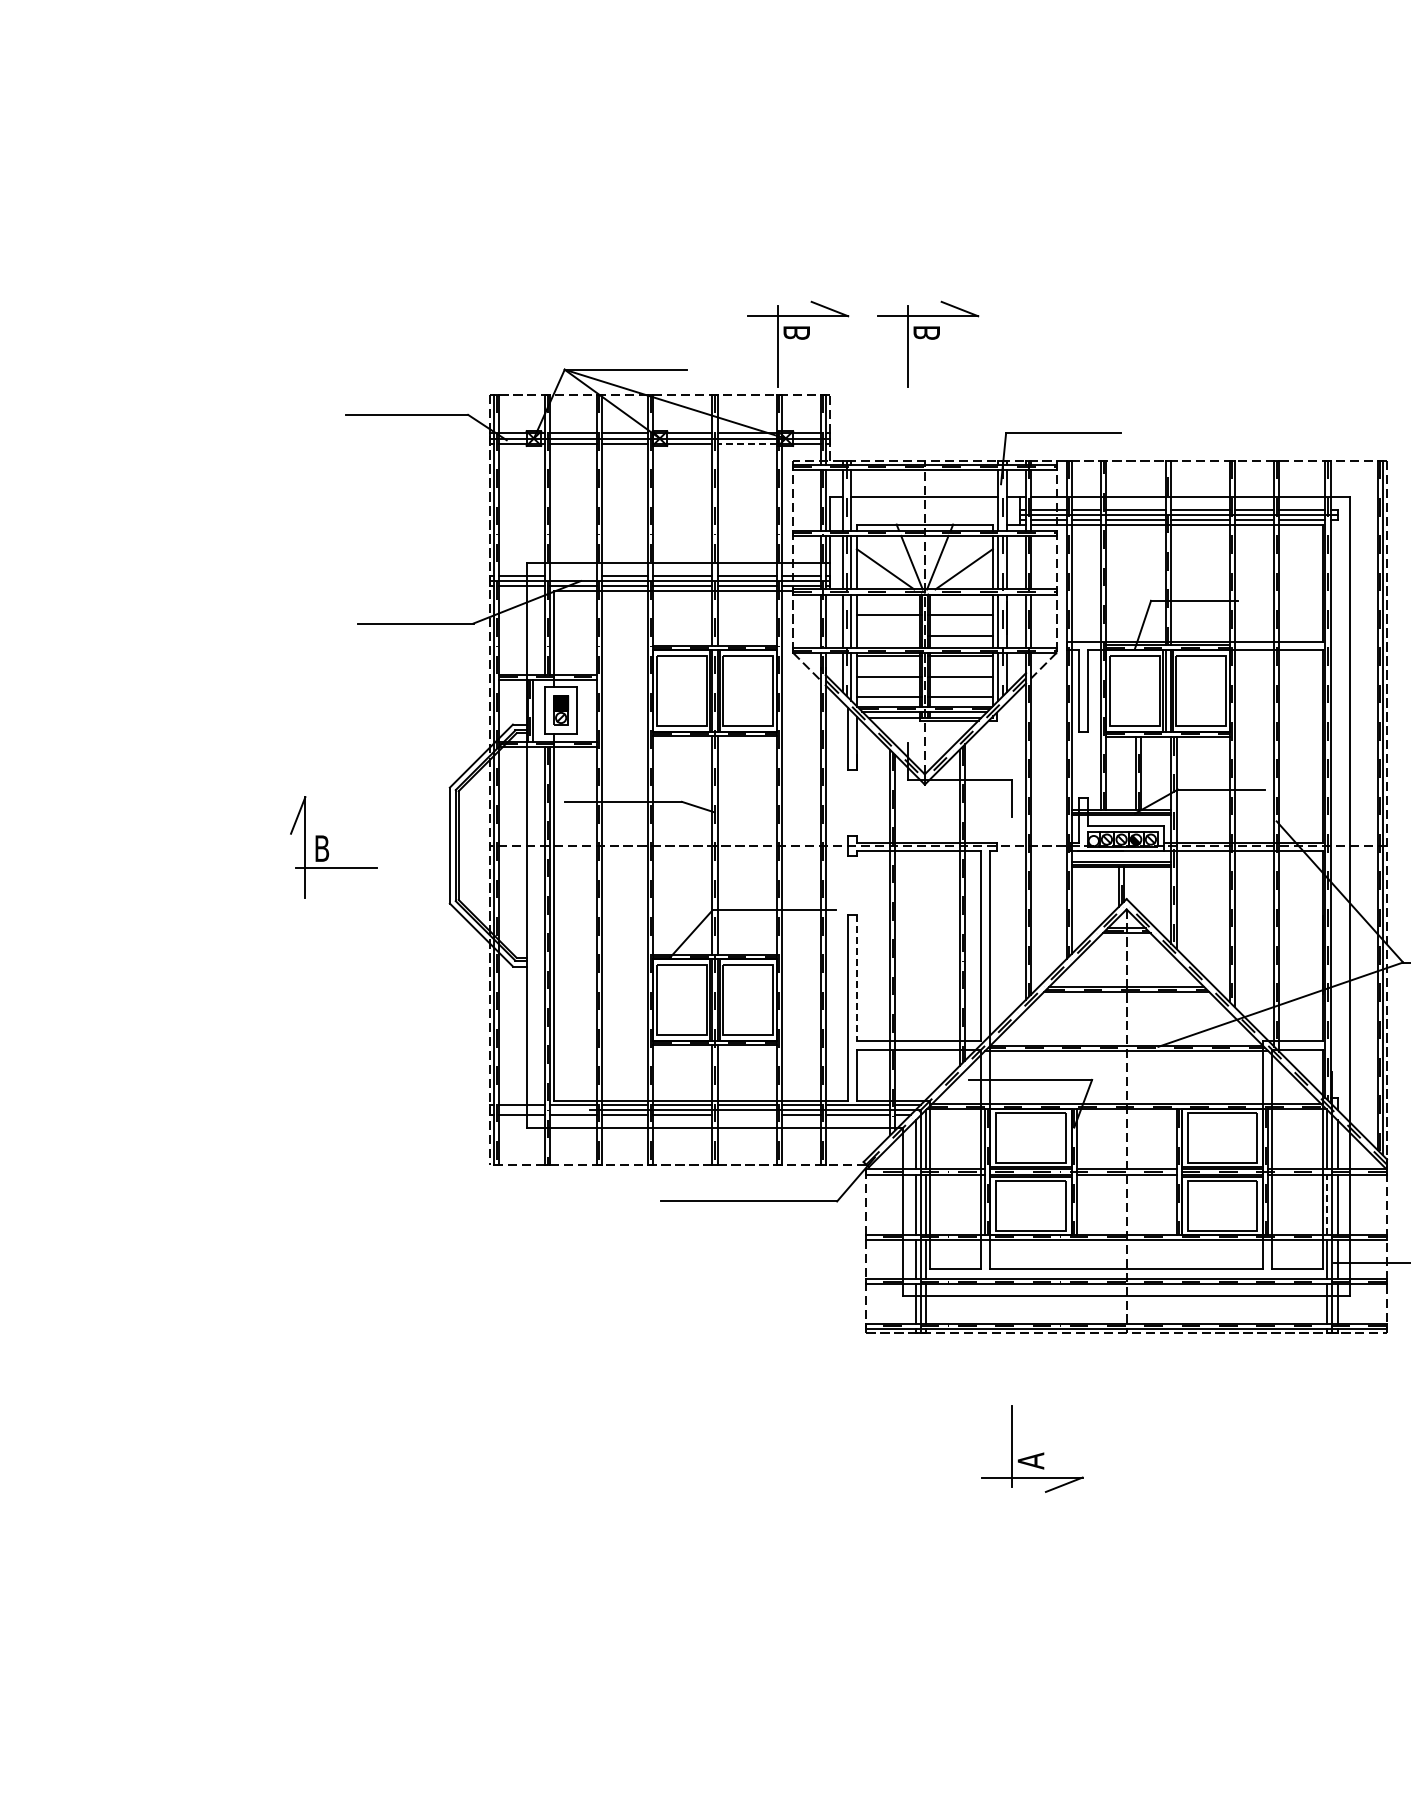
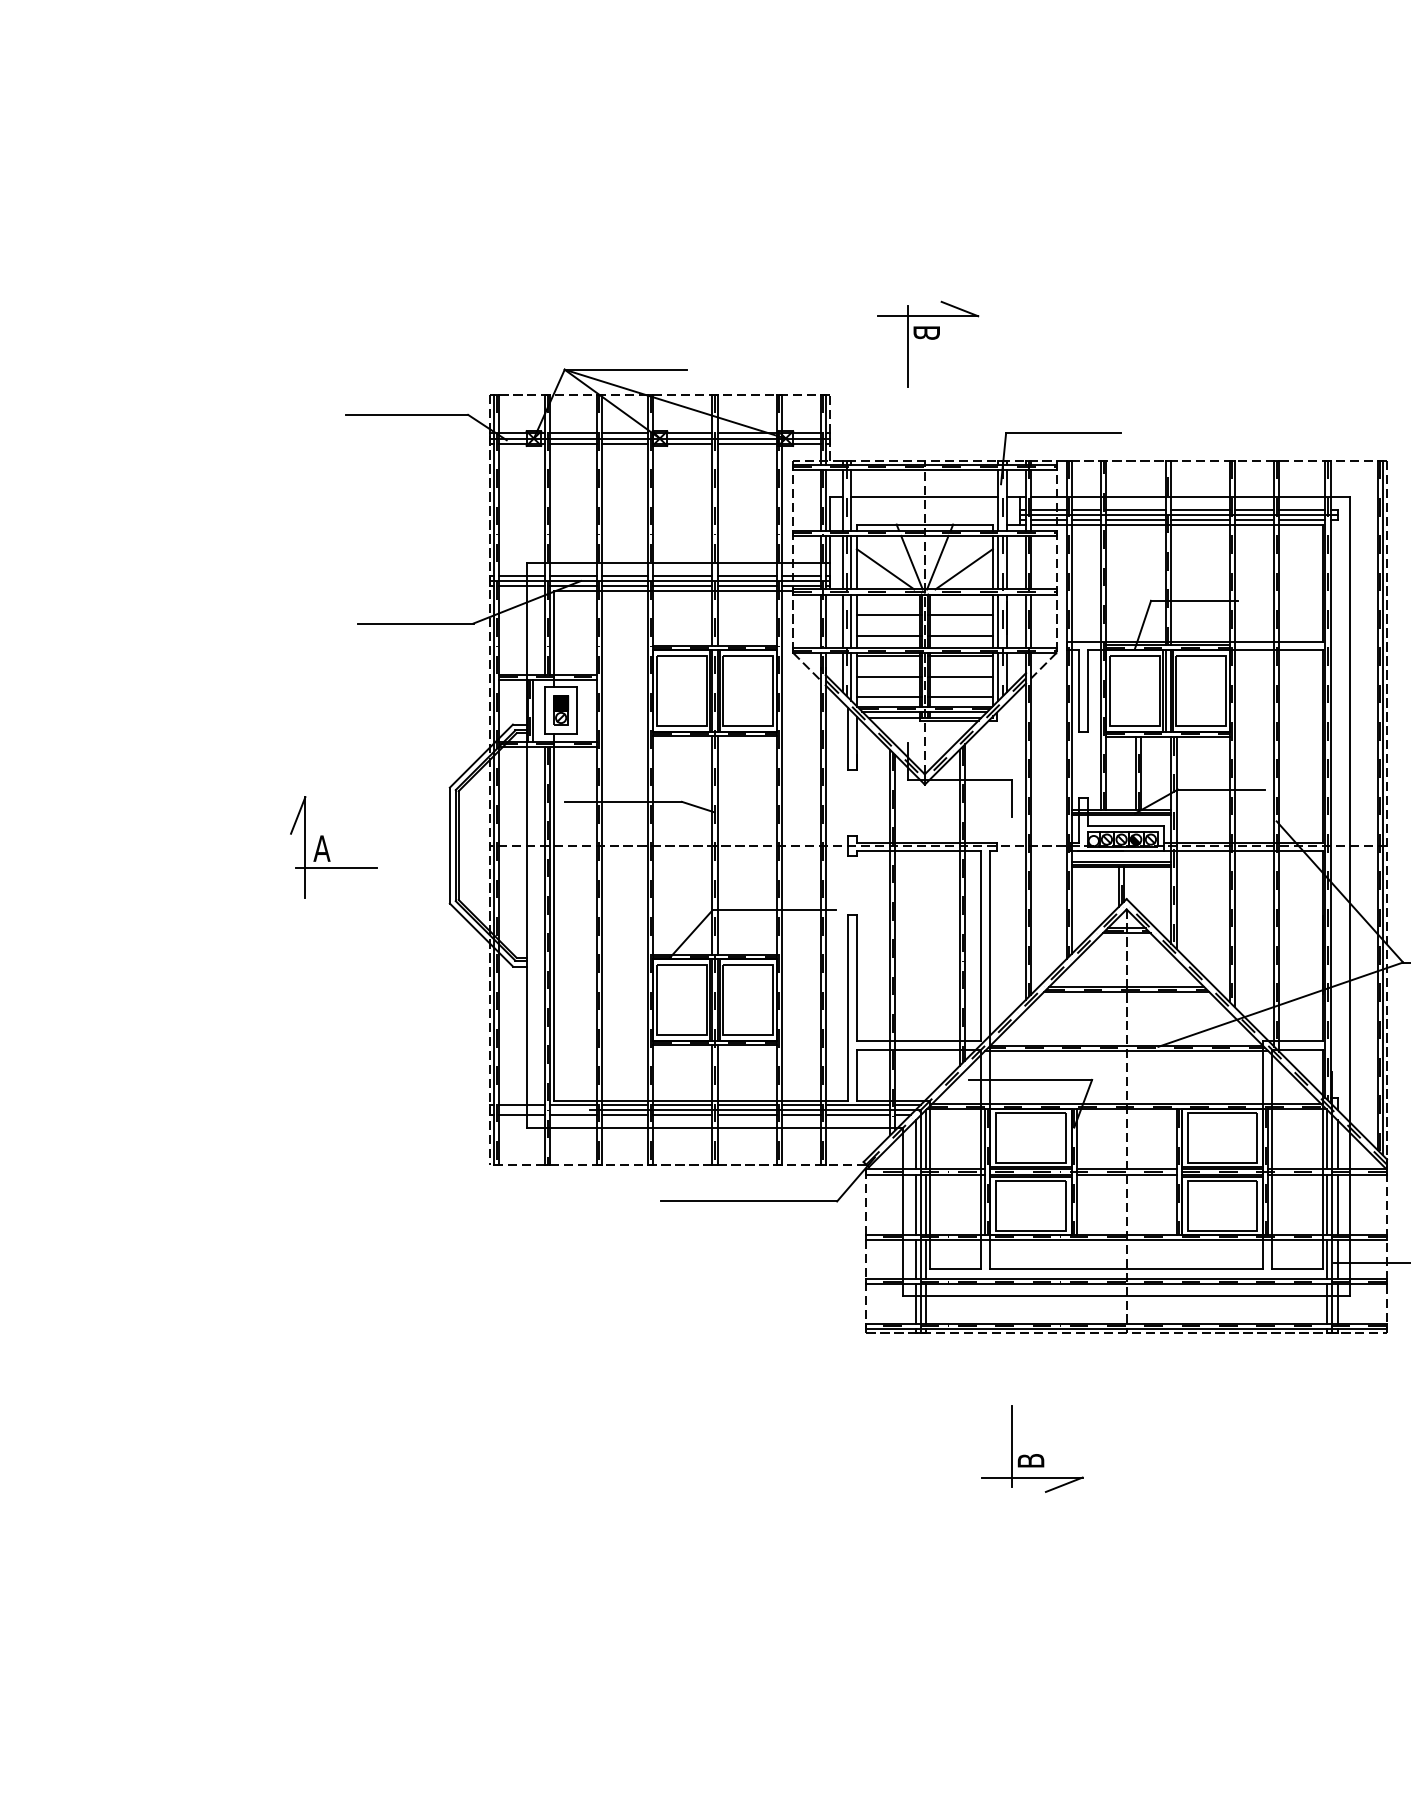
part at (798, 343): present -> none
line at (747, 443): dashed -> solid
line at (573, 575): none -> present
line at (888, 635): none -> present
text at (321, 848): B -> A
line at (856, 977): dashed -> solid
line at (746, 1115): none -> present
line at (1327, 1204): dashed -> solid
text at (1030, 1460): A -> B
